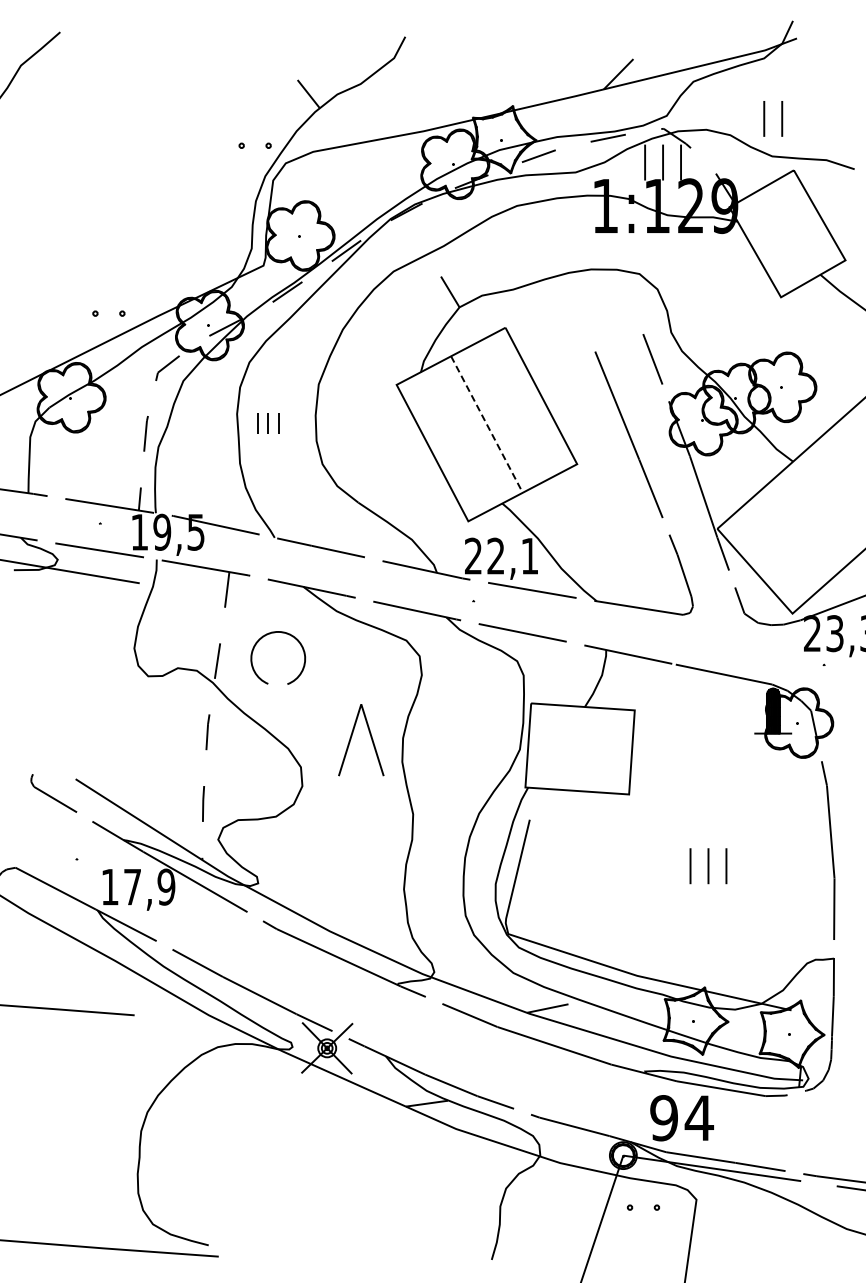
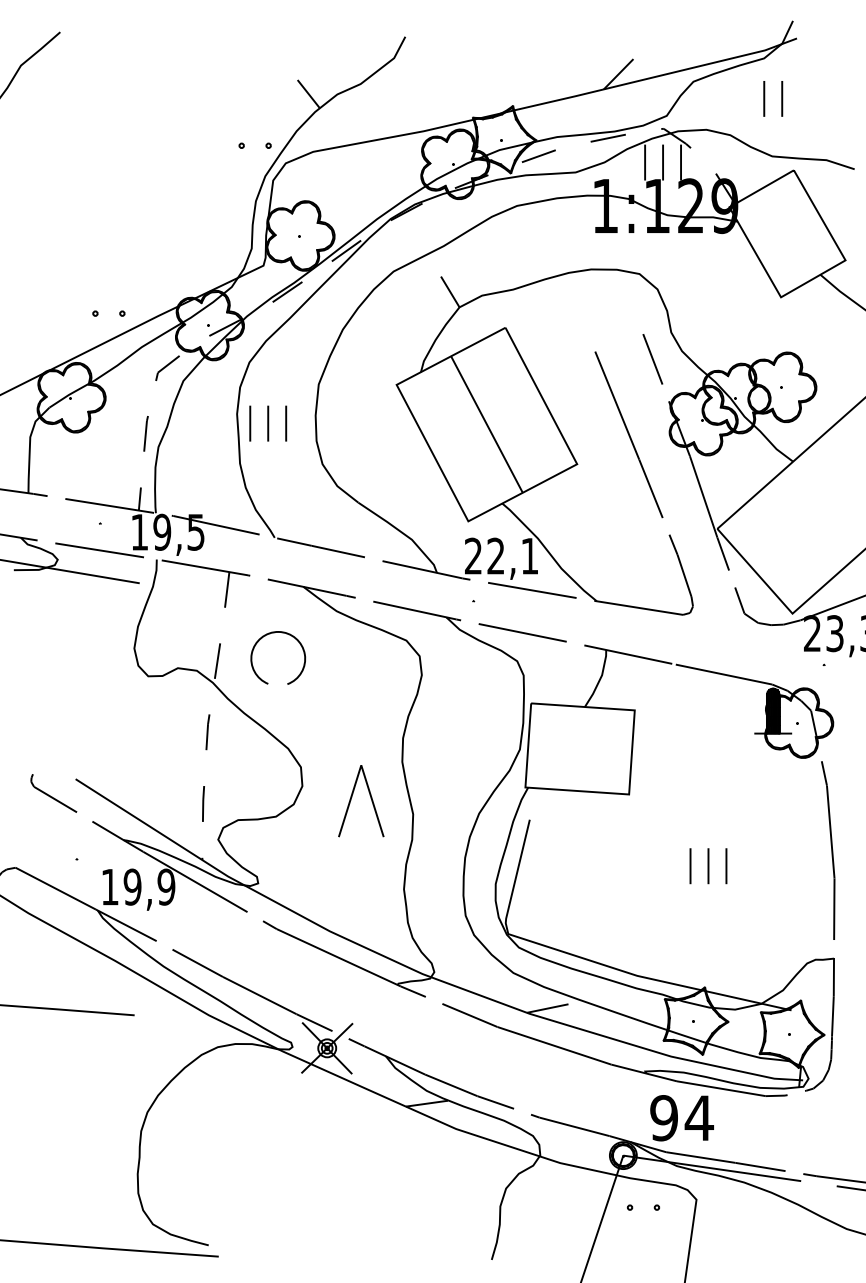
part at (765, 118) position: (765, 118) -> (765, 98)
part at (268, 423) size: 23x21 px -> 39x37 px
line at (487, 425): dashed -> solid
part at (370, 737) position: (370, 737) -> (370, 798)
text at (132, 886): 17,9 -> 19,9
